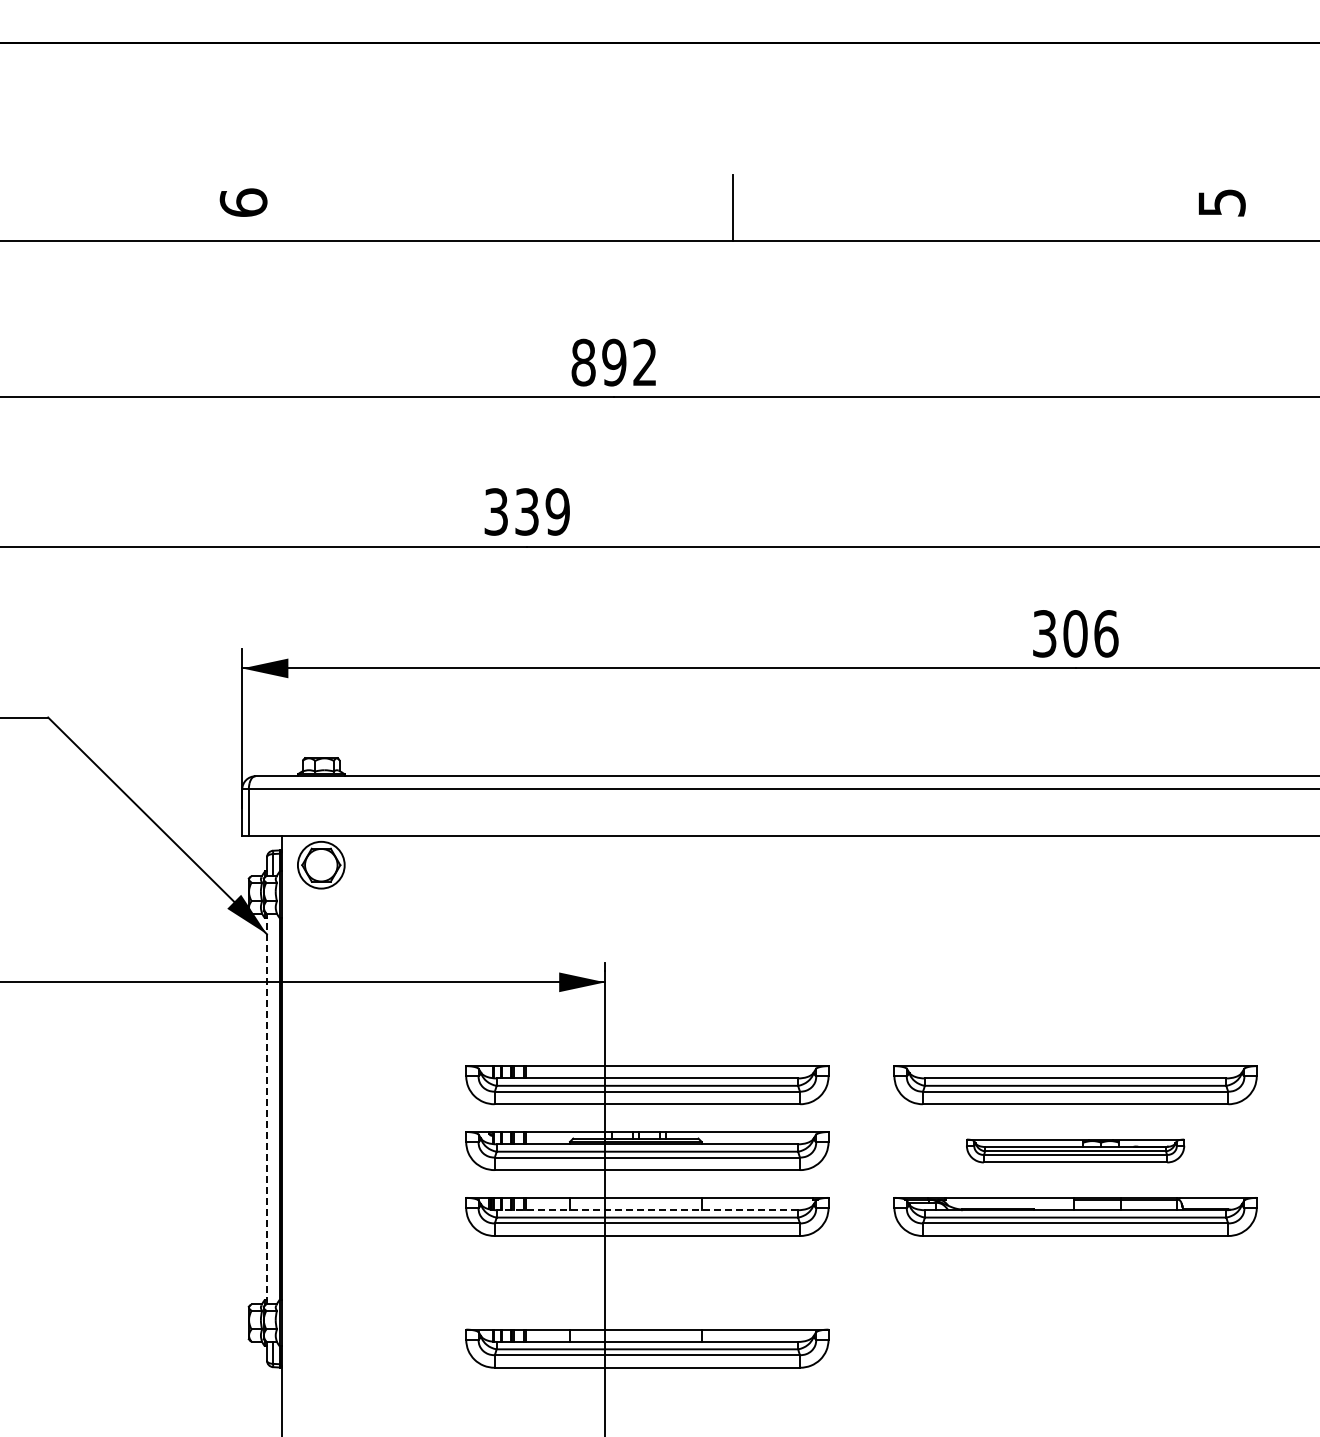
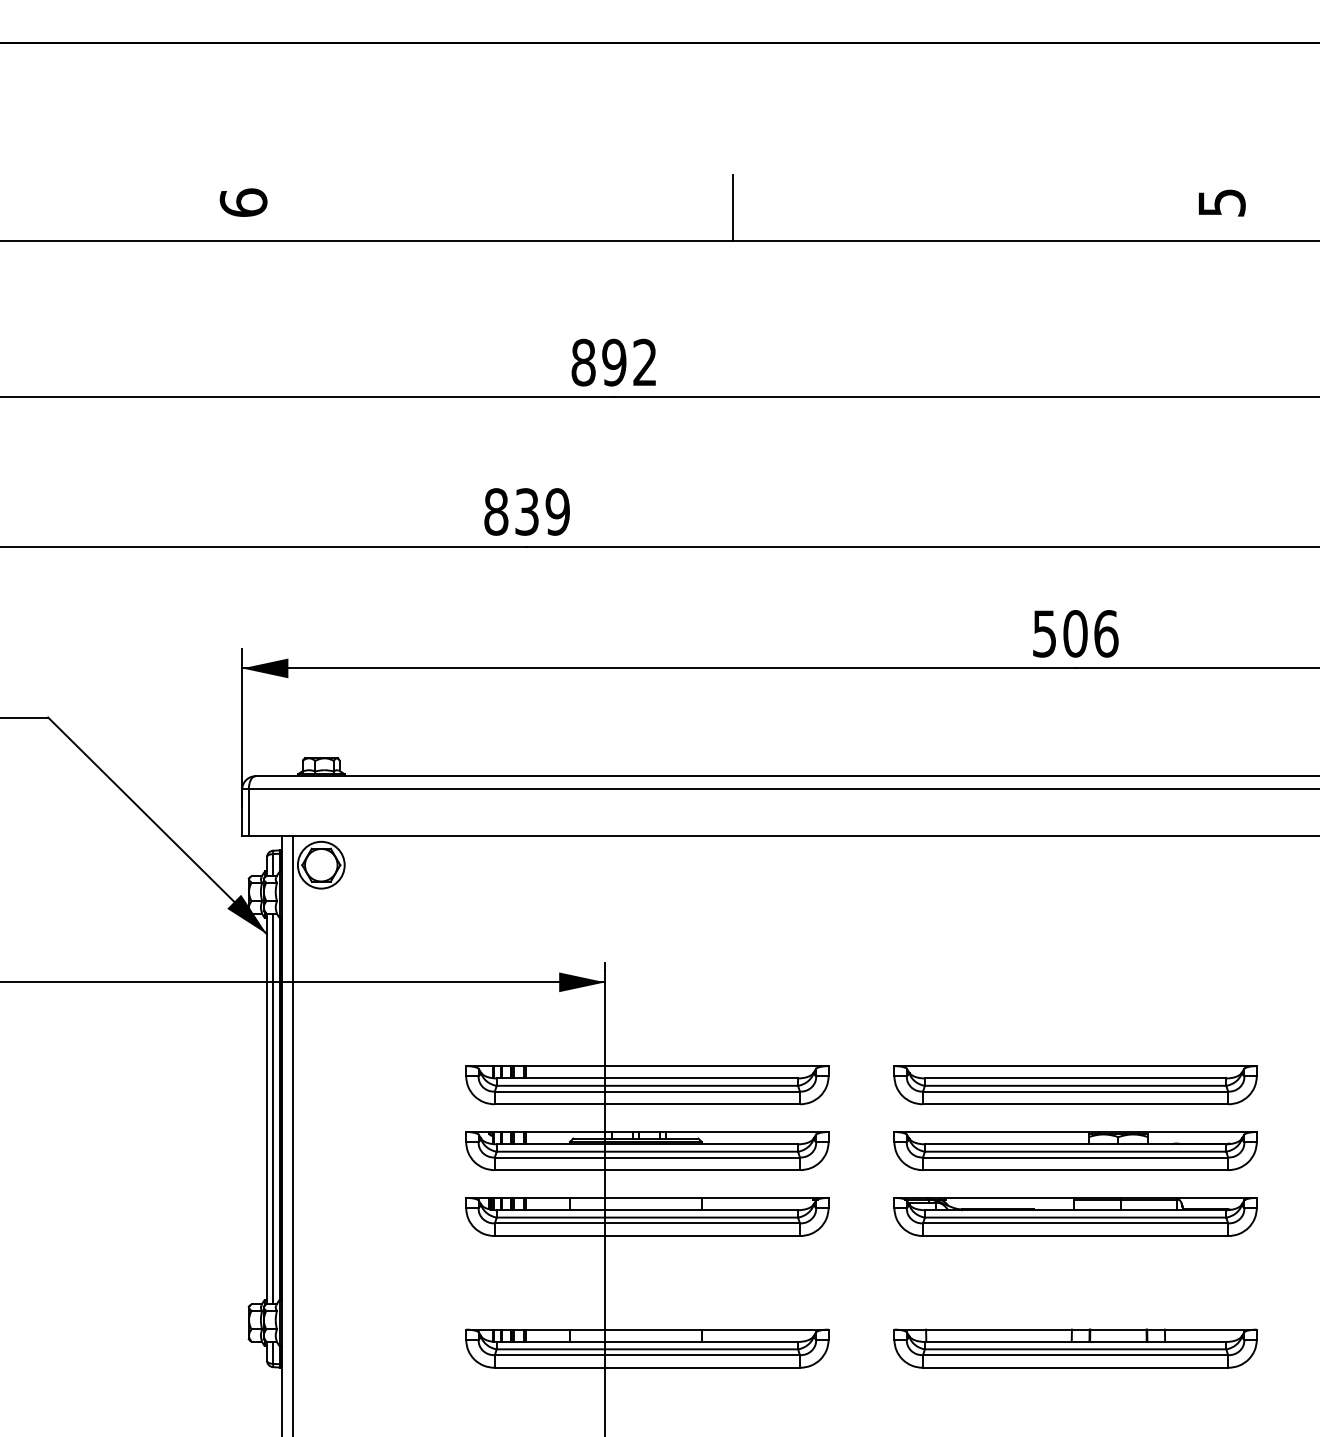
text at (496, 511): 339 -> 839
text at (1044, 633): 306 -> 506
line at (266, 1108): dashed -> solid
line at (273, 1108): none -> present
line at (293, 1134): none -> present
part at (1075, 1150) size: 220x26 px -> 365x40 px
line at (647, 1210): dashed -> solid
part at (1075, 1348): none -> present
